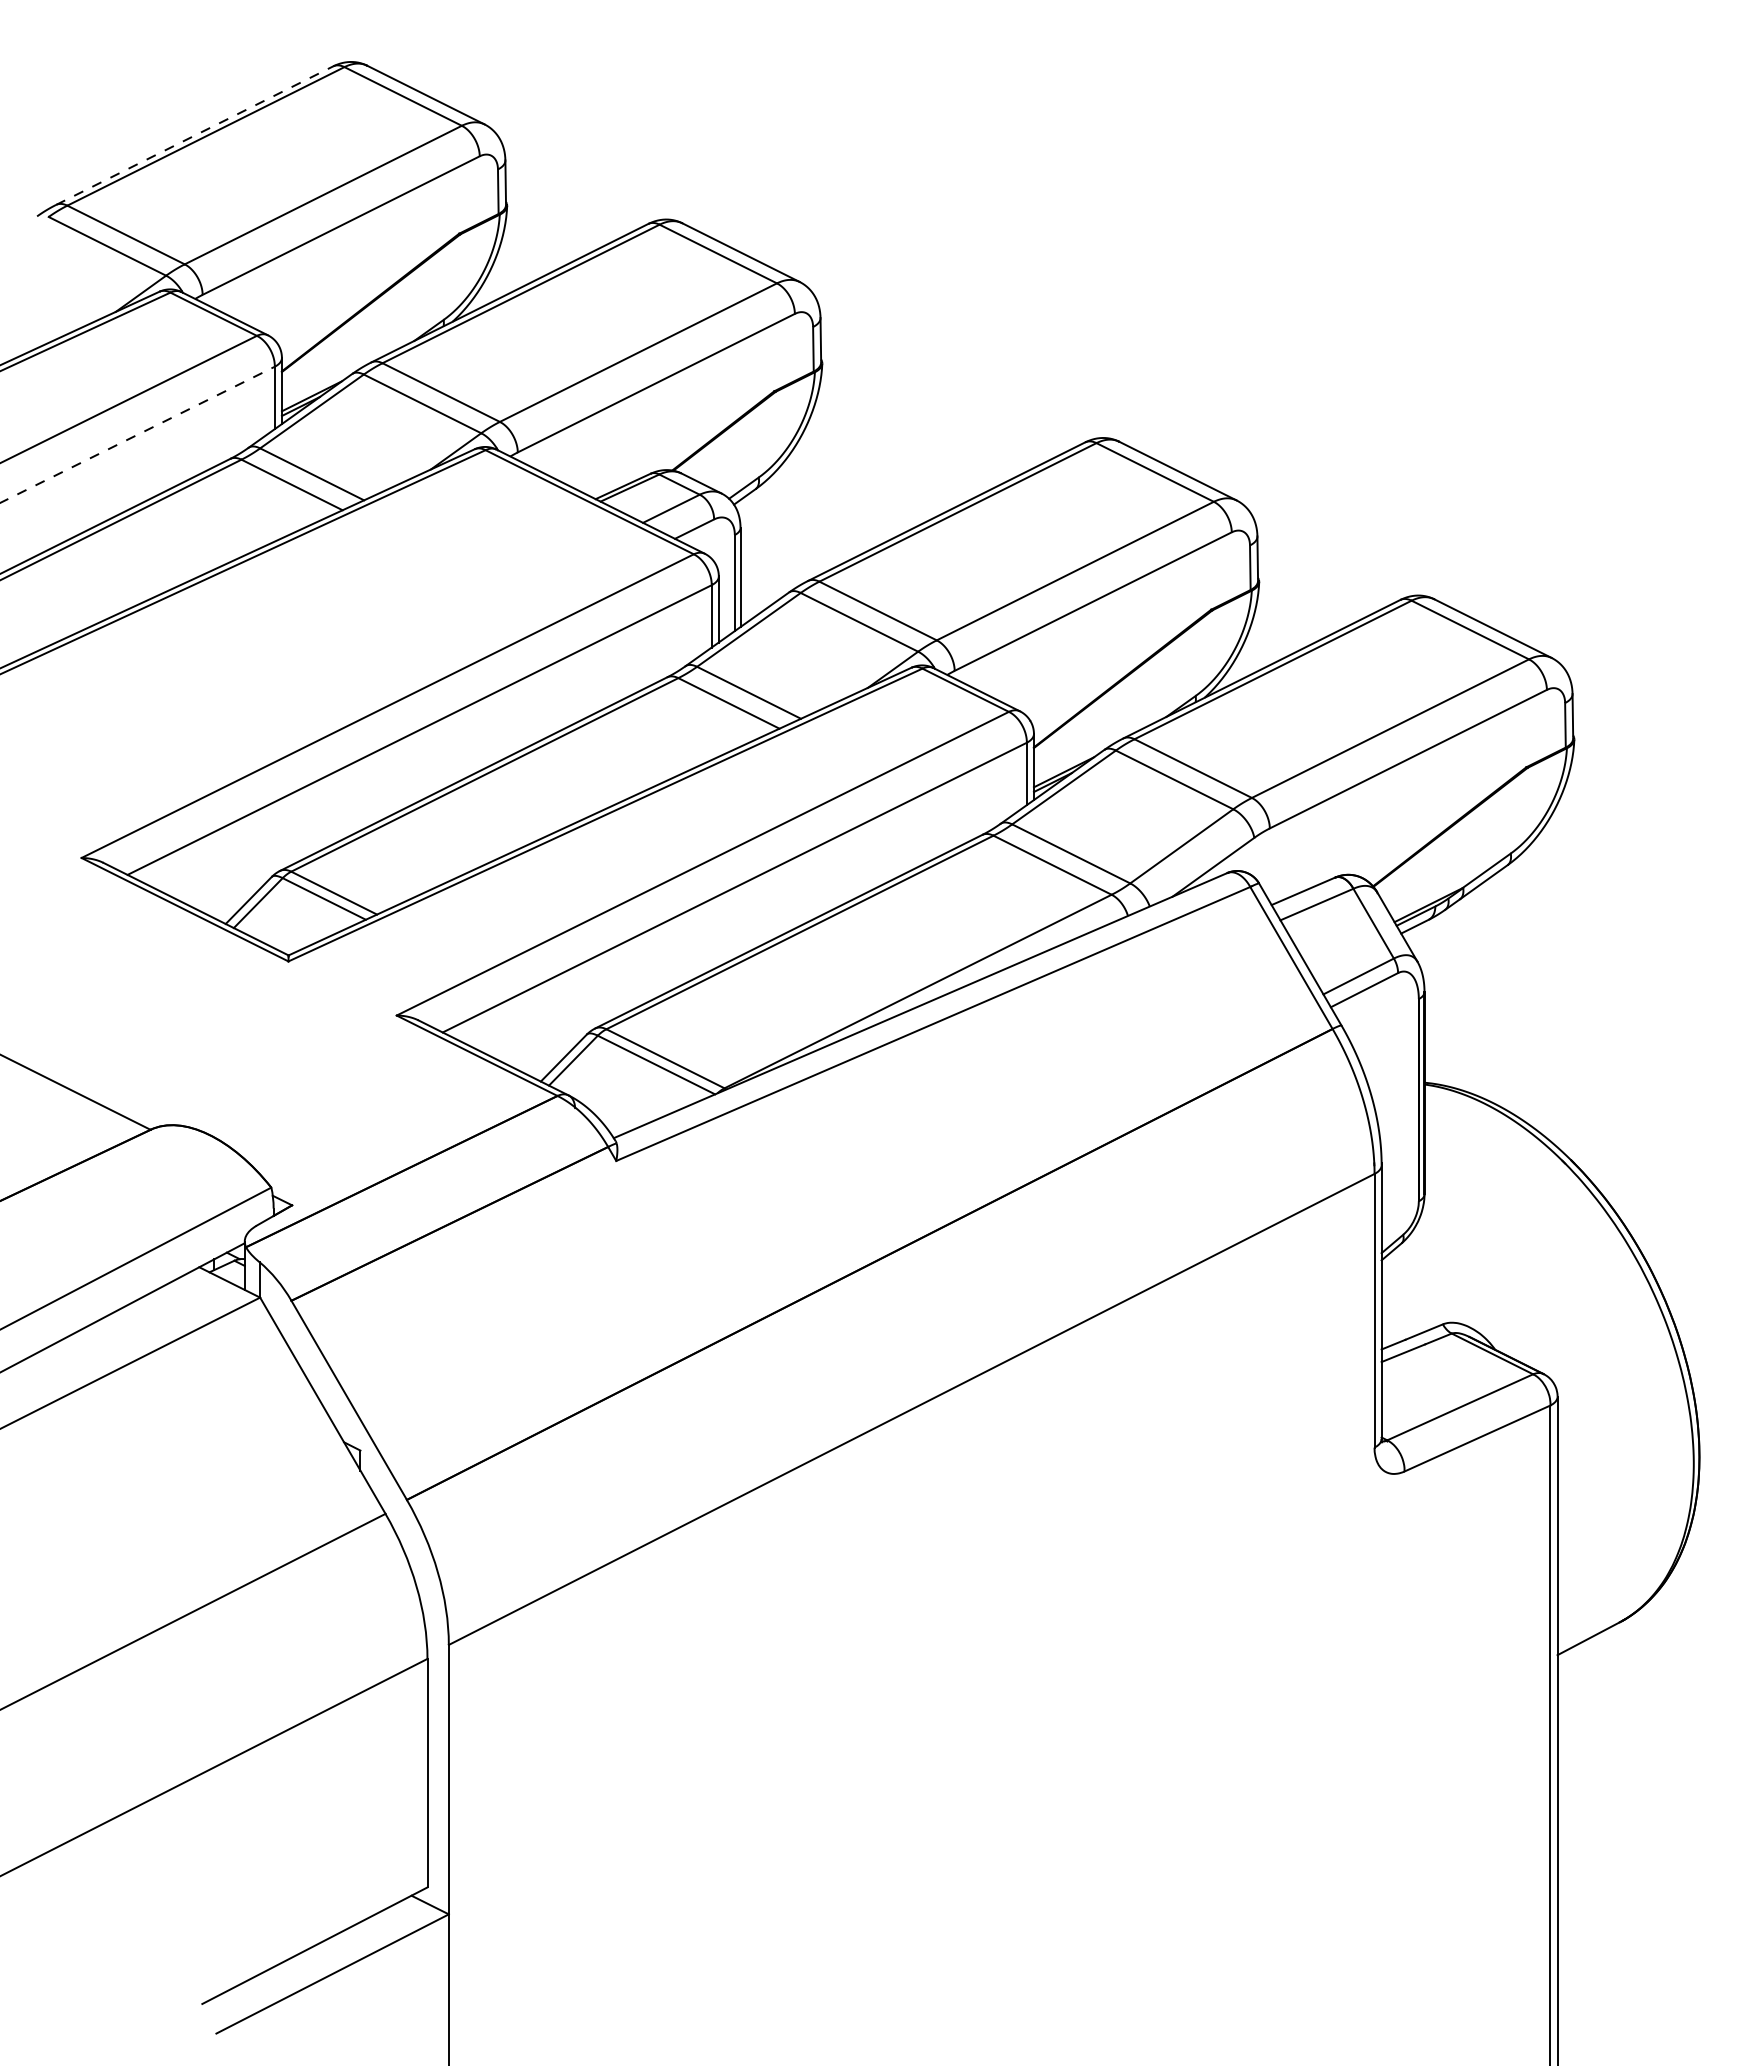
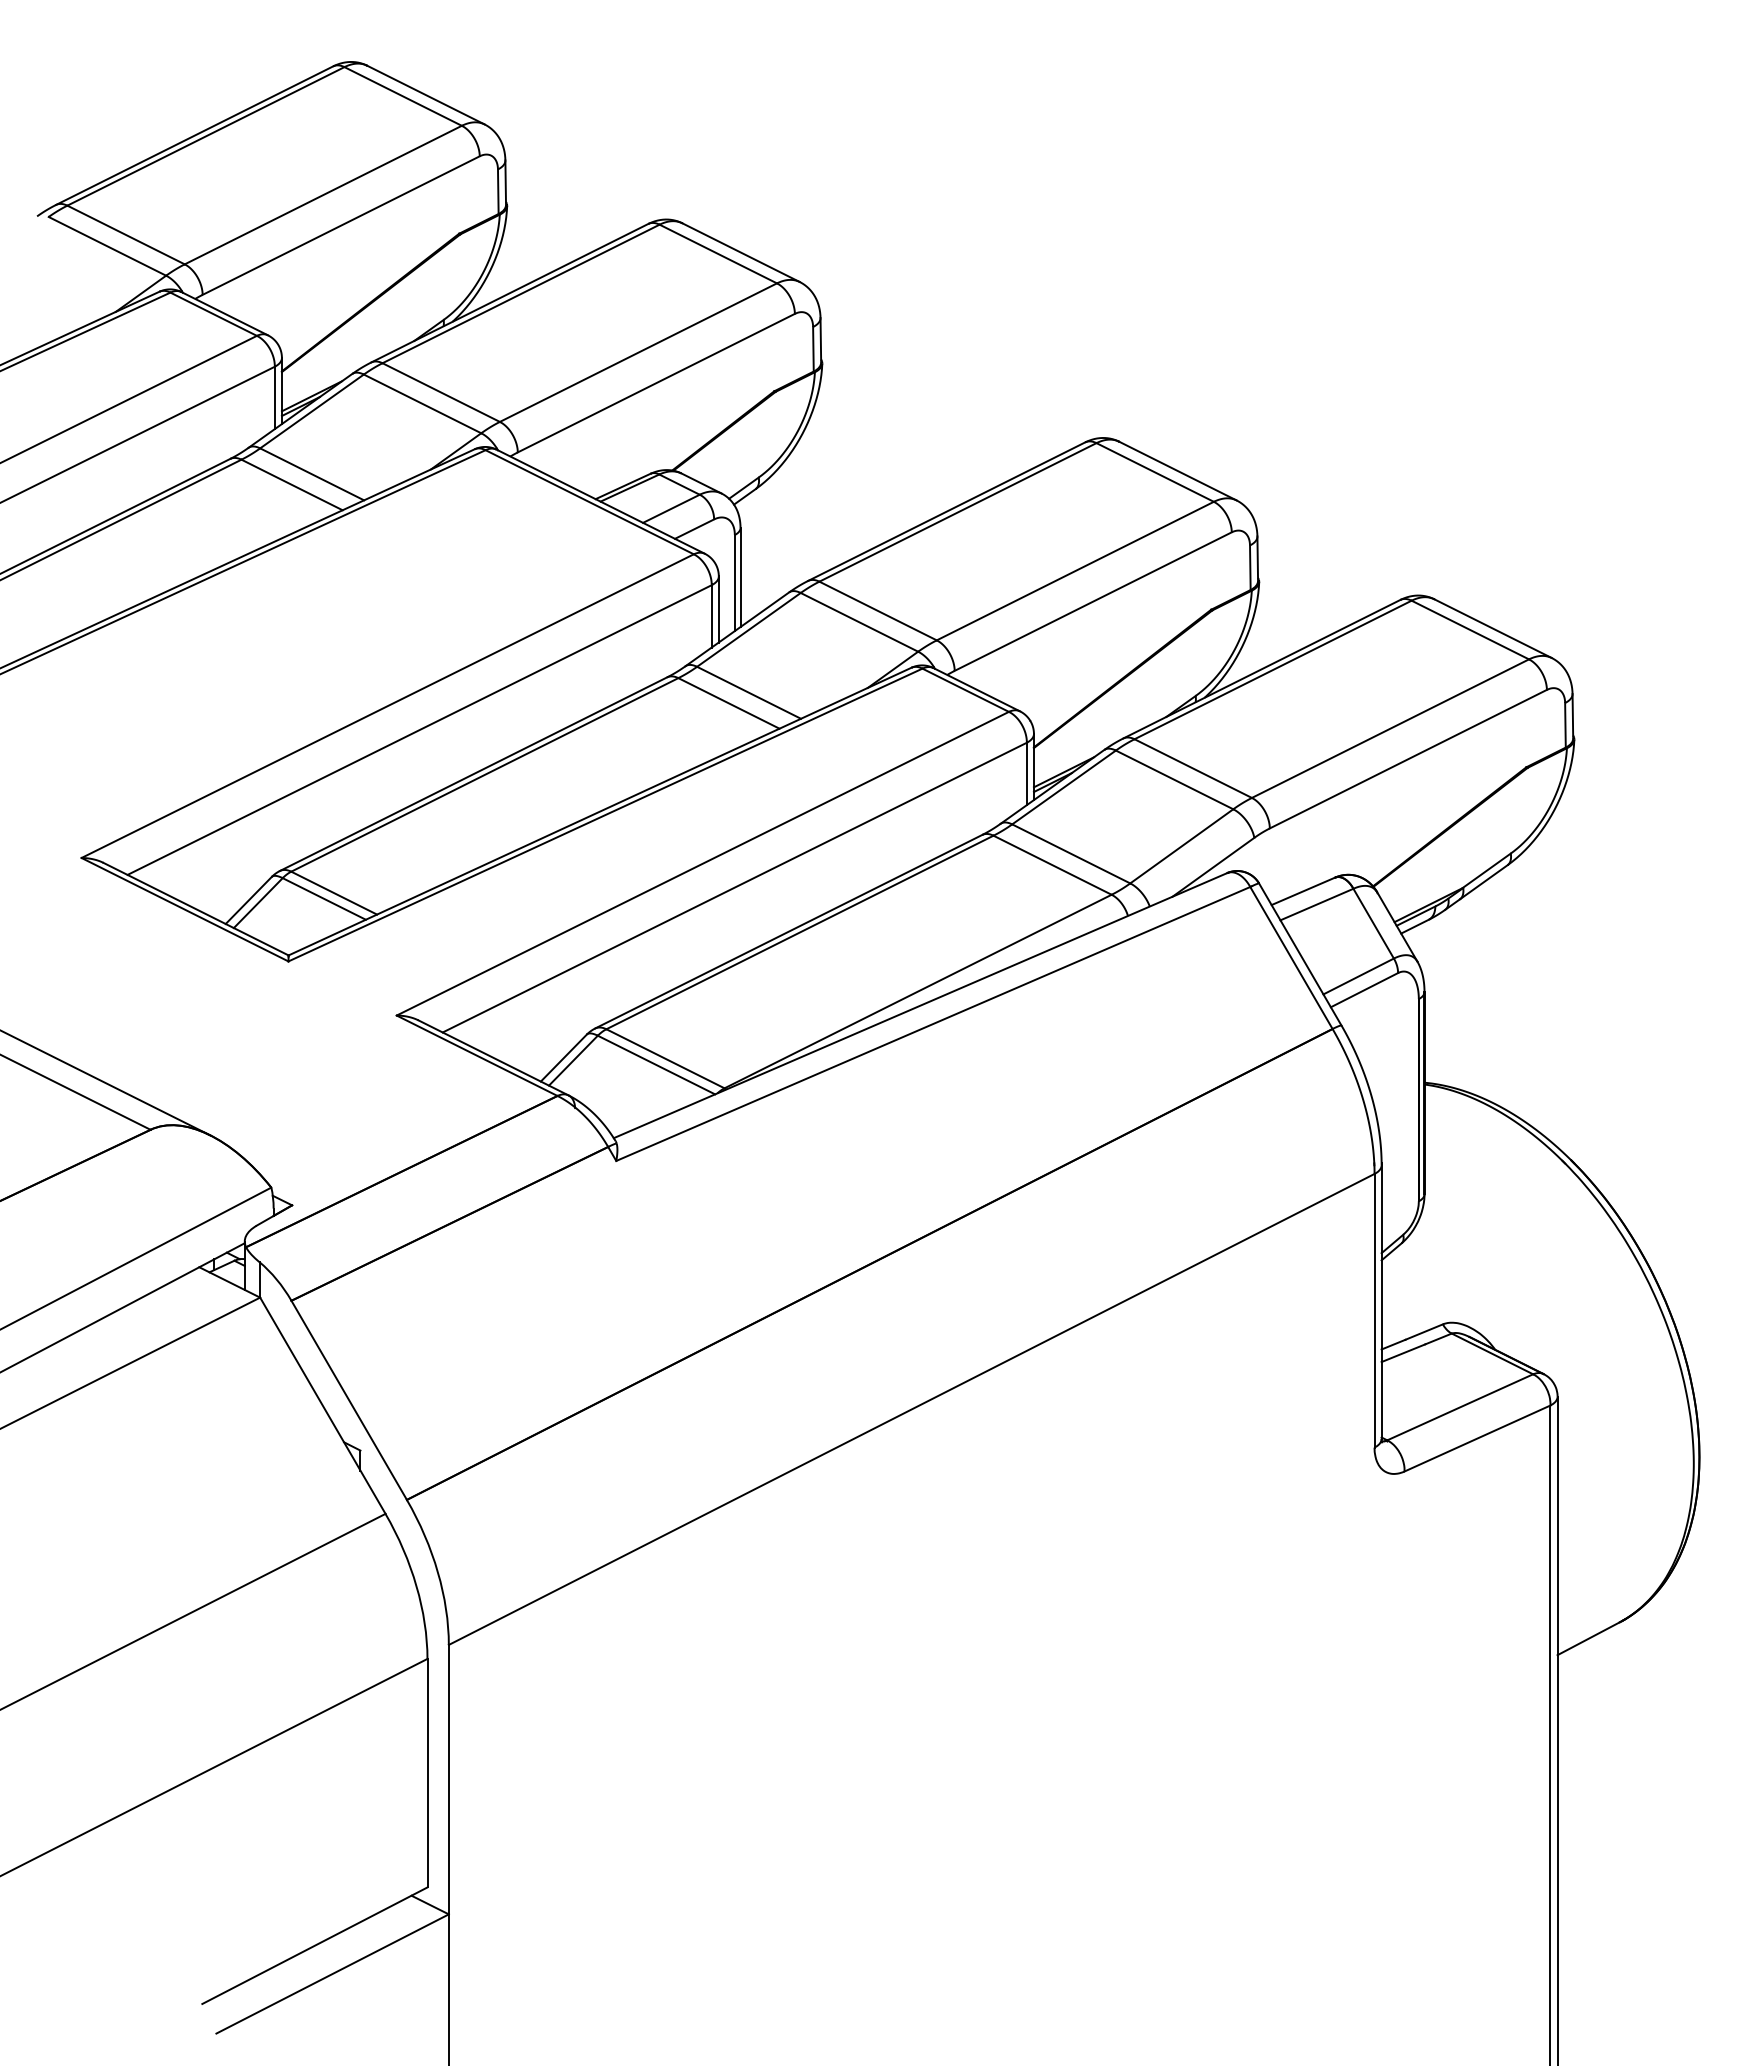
line at (194, 135): dashed -> solid
line at (137, 434): dashed -> solid
line at (106, 1083): none -> present
